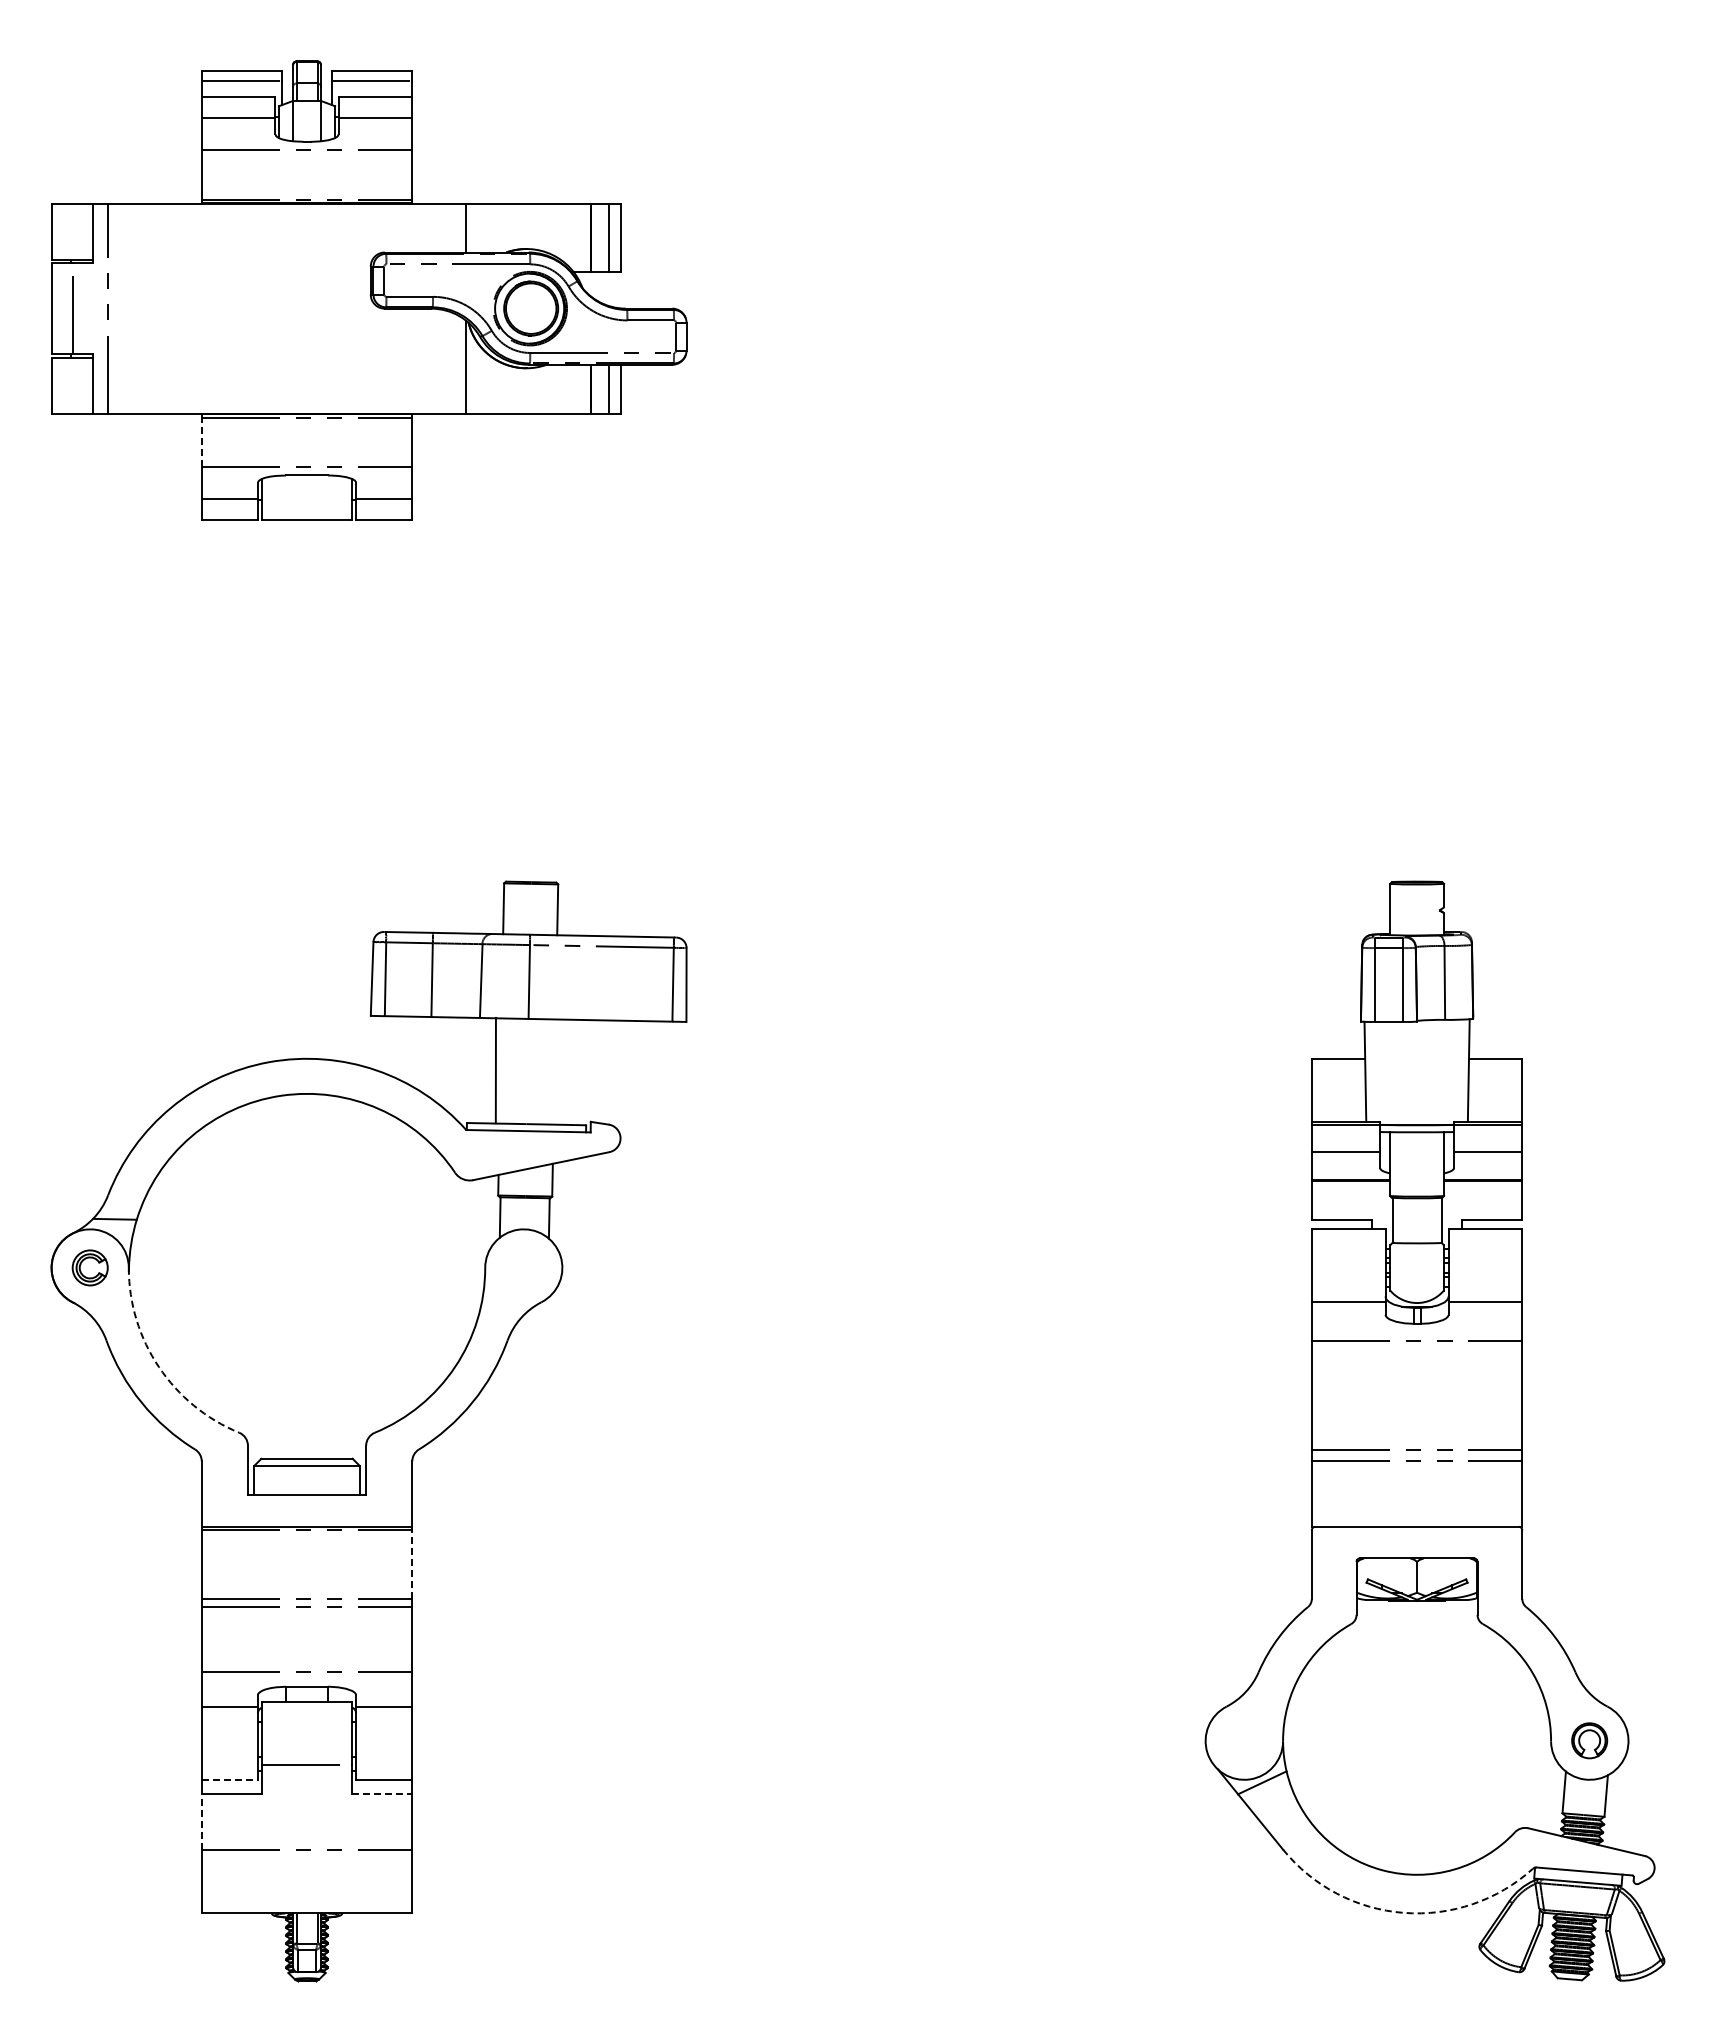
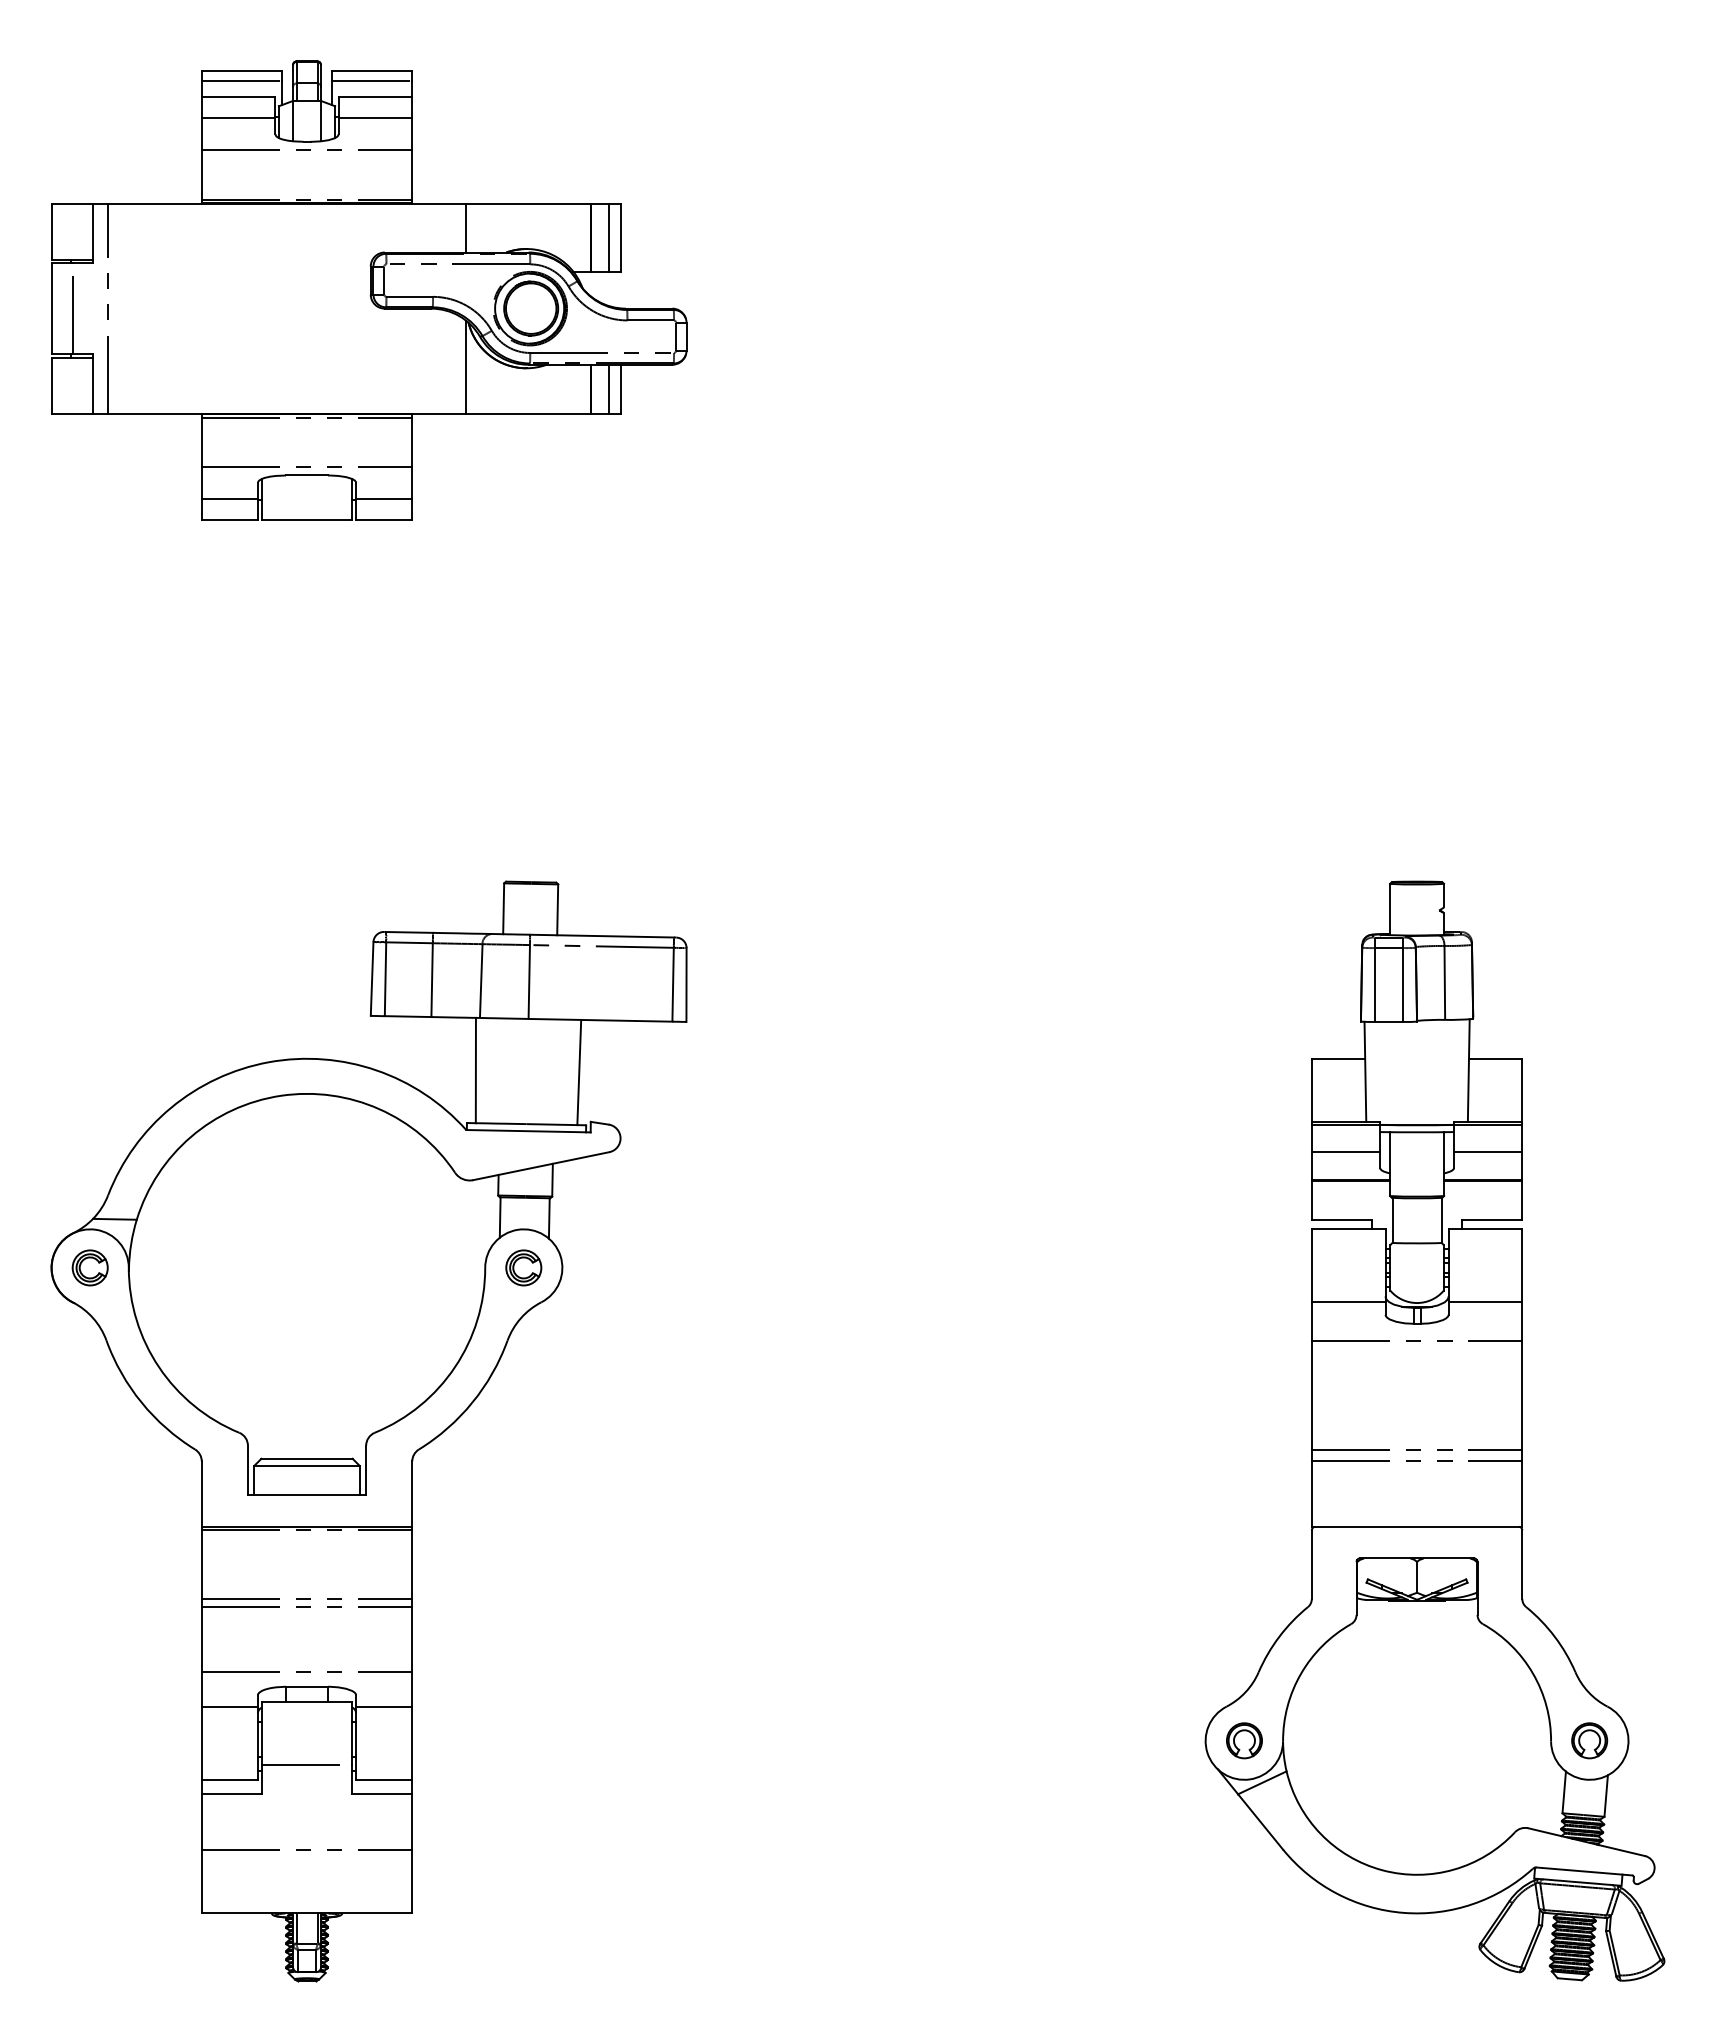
line at (202, 442): dashed -> solid
line at (495, 1070) position: (495, 1070) -> (475, 1070)
line at (579, 1072): none -> present
part at (523, 1267): none -> present
arc at (158, 1367): dashed -> solid
line at (411, 1564): dashed -> solid
part at (1244, 1740): none -> present
line at (230, 1779): dashed -> solid
line at (382, 1794): dashed -> solid
line at (202, 1821): dashed -> solid
arc at (1403, 1912): dashed -> solid
